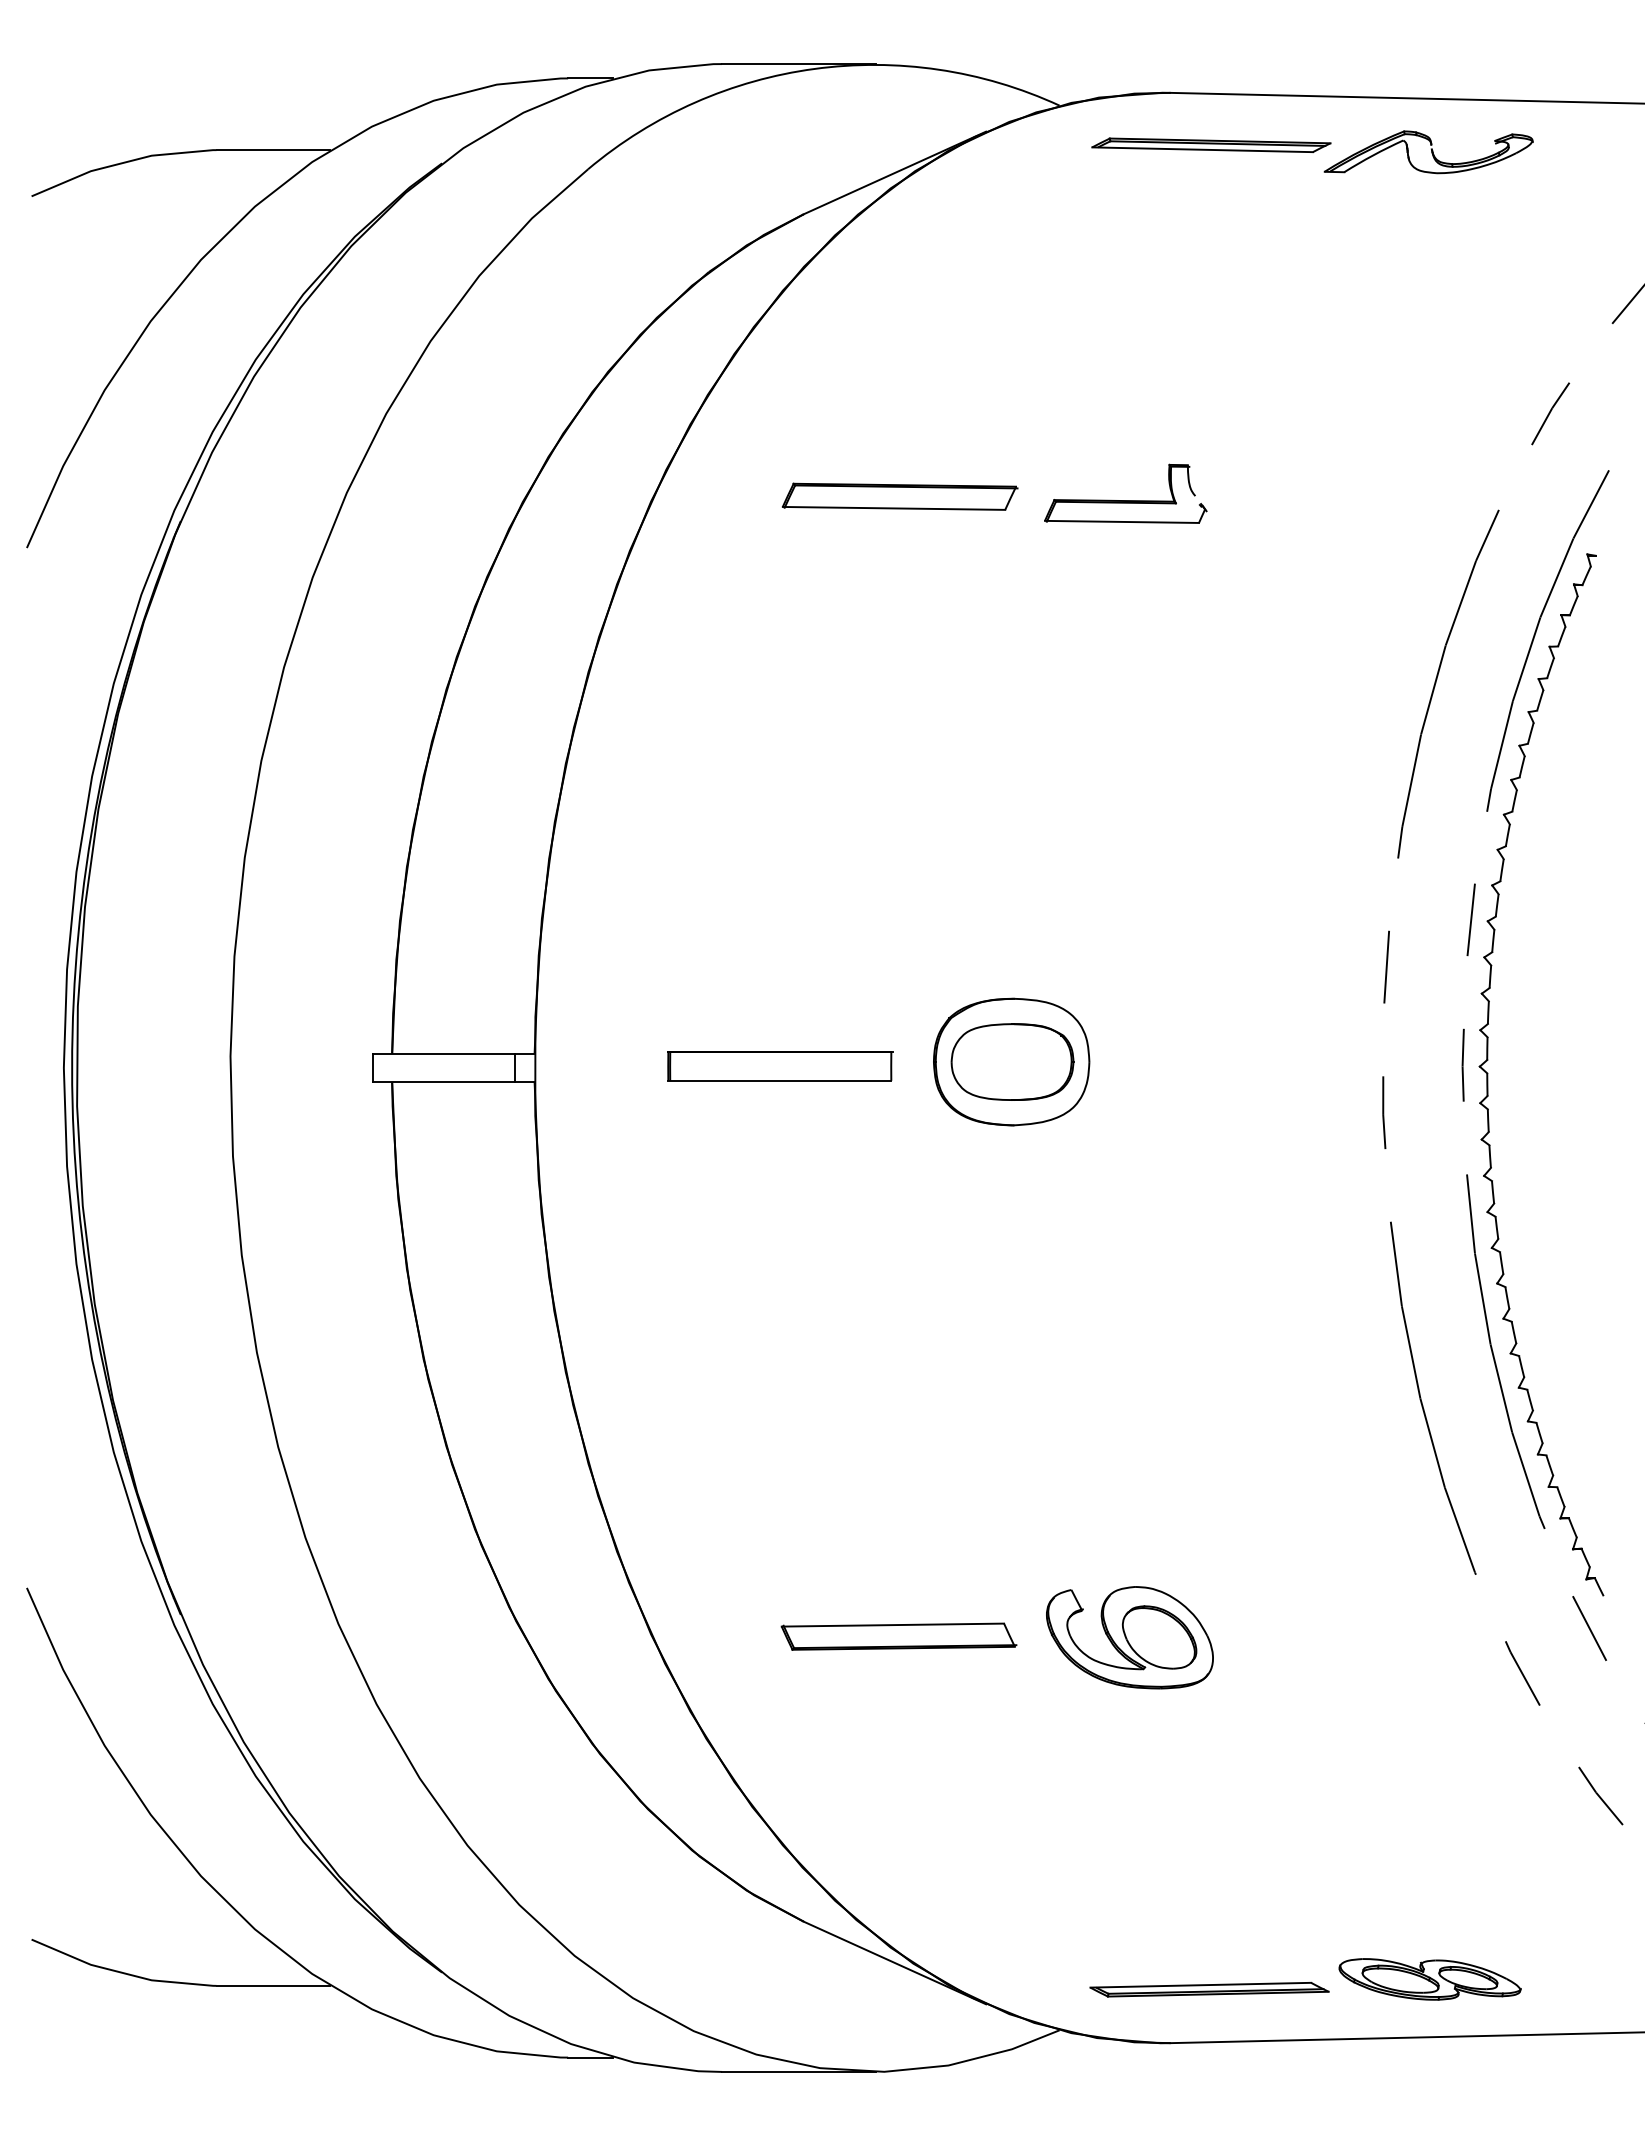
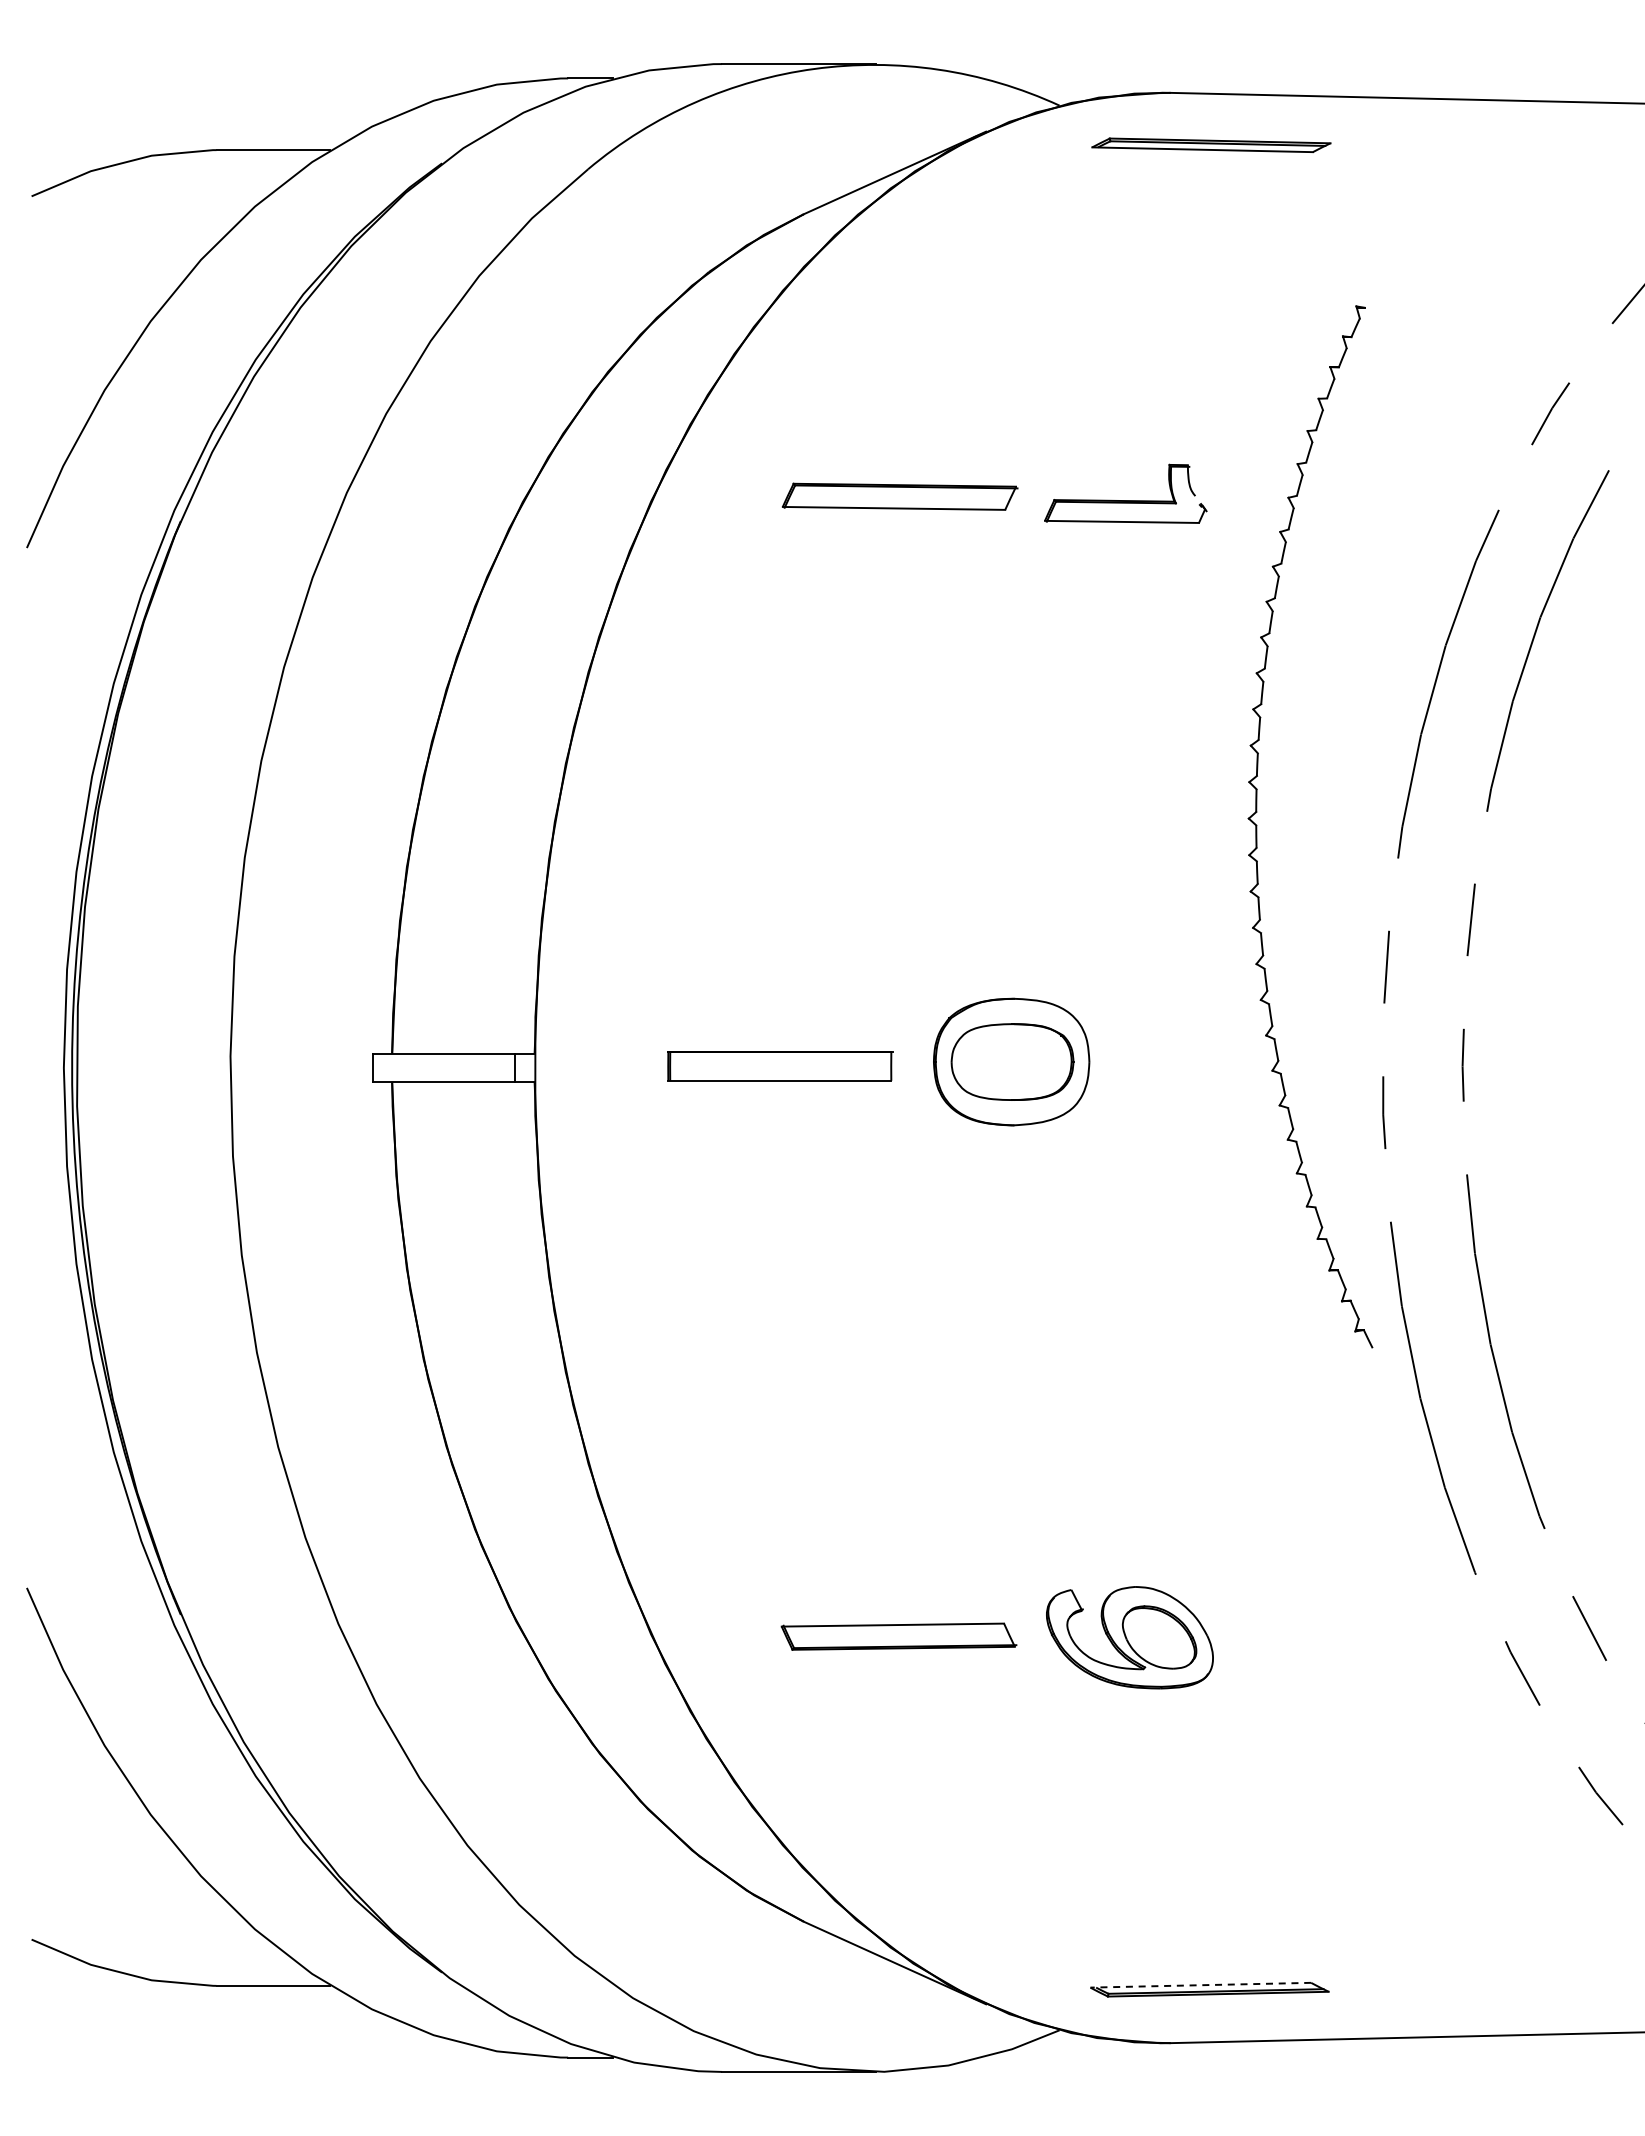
part at (1428, 152): present -> none
part at (1488, 1074) position: (1488, 1074) -> (1257, 826)
part at (1429, 1979): present -> none
line at (1200, 1985): solid -> dashed
